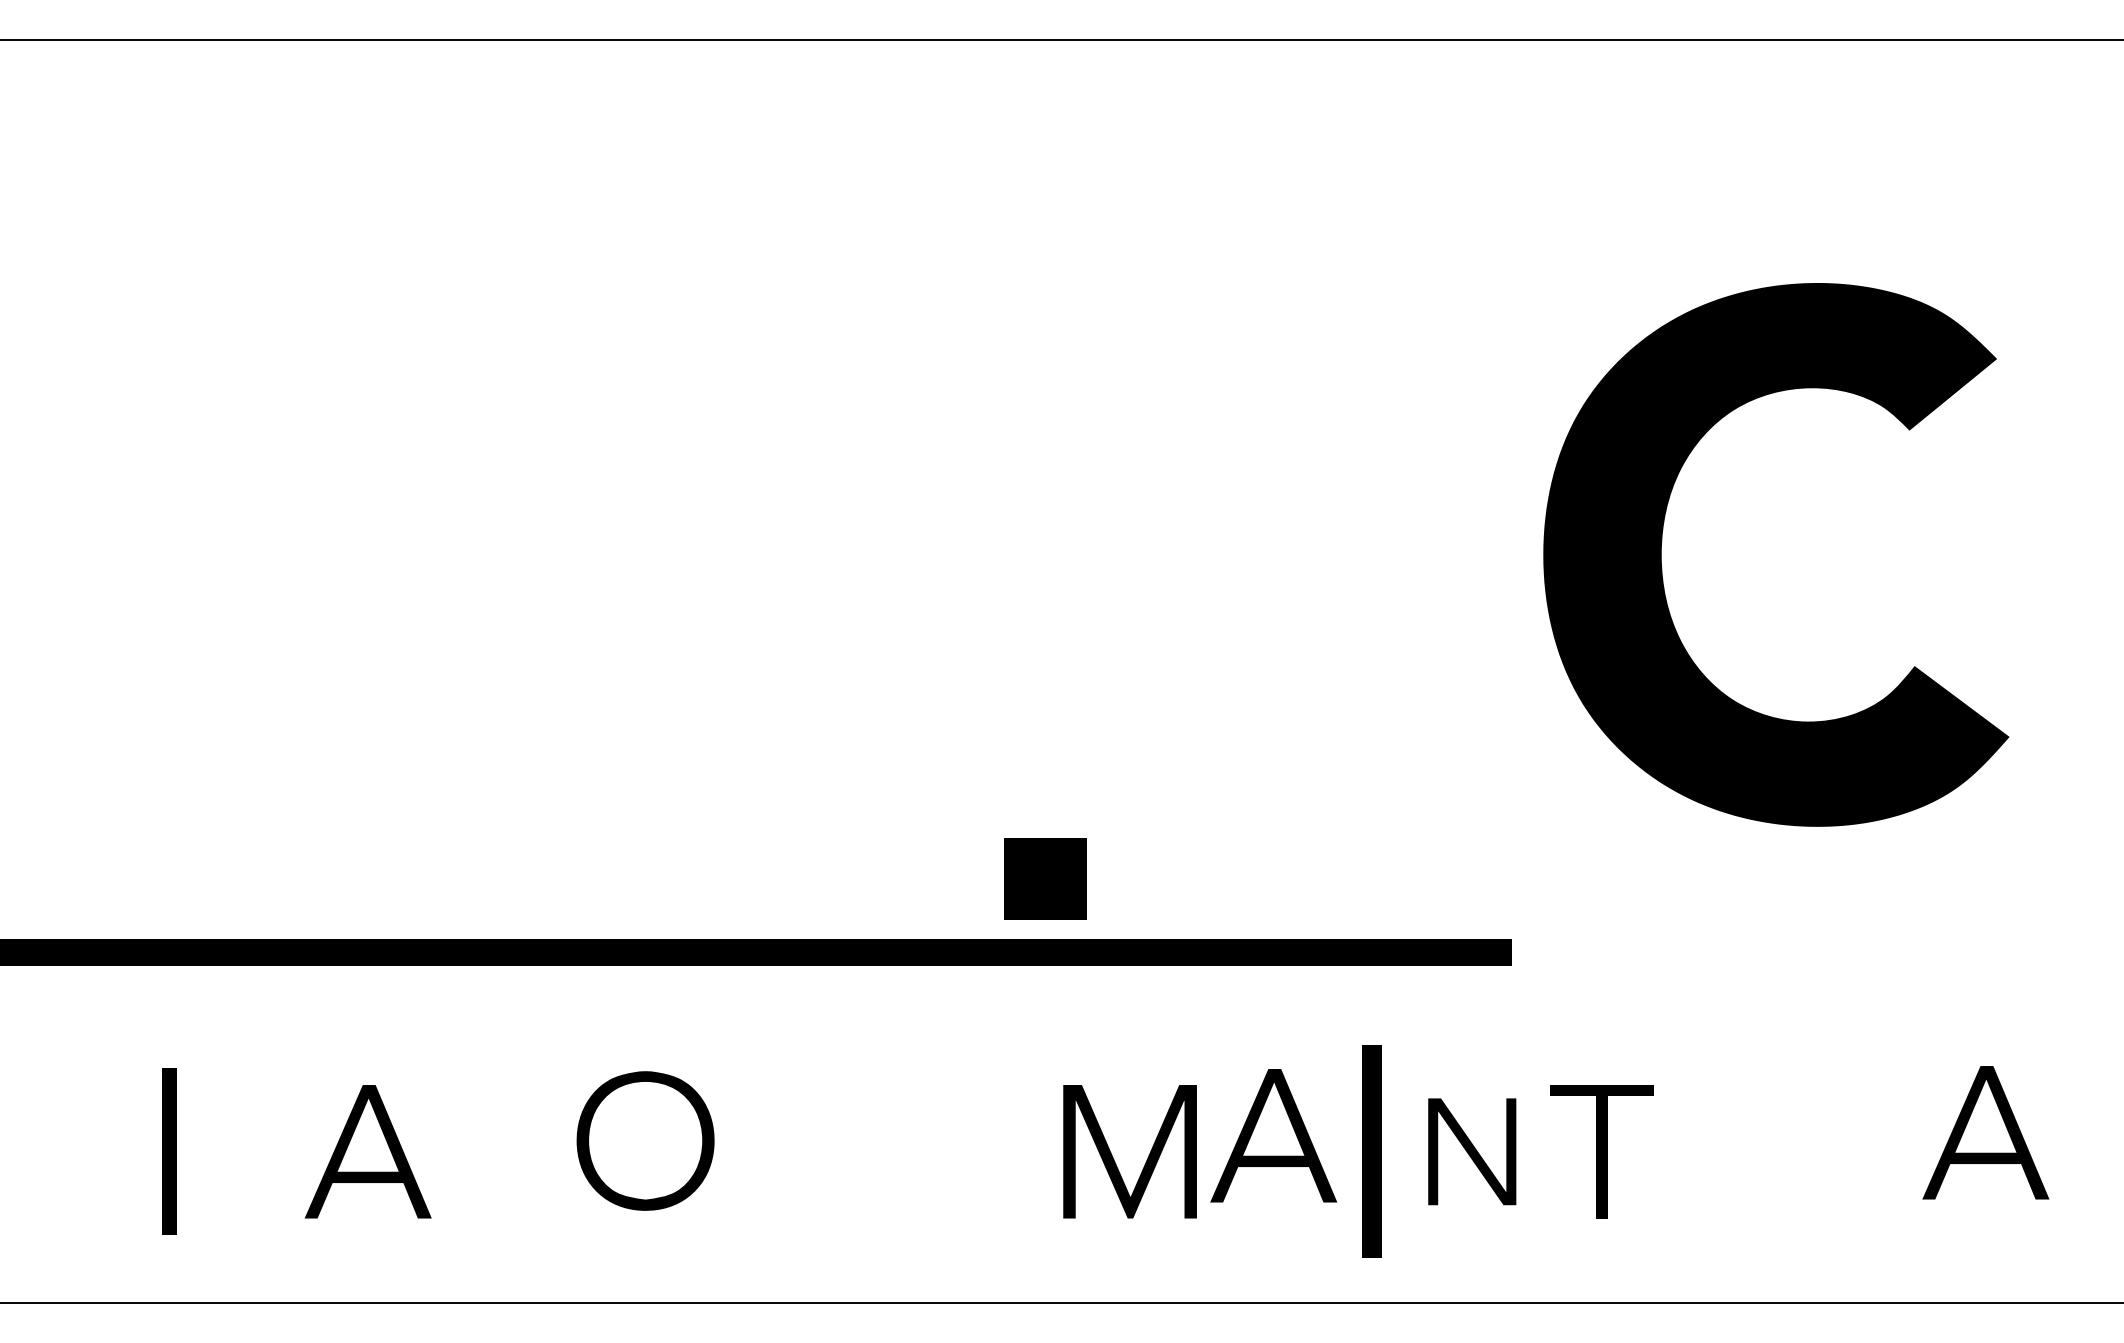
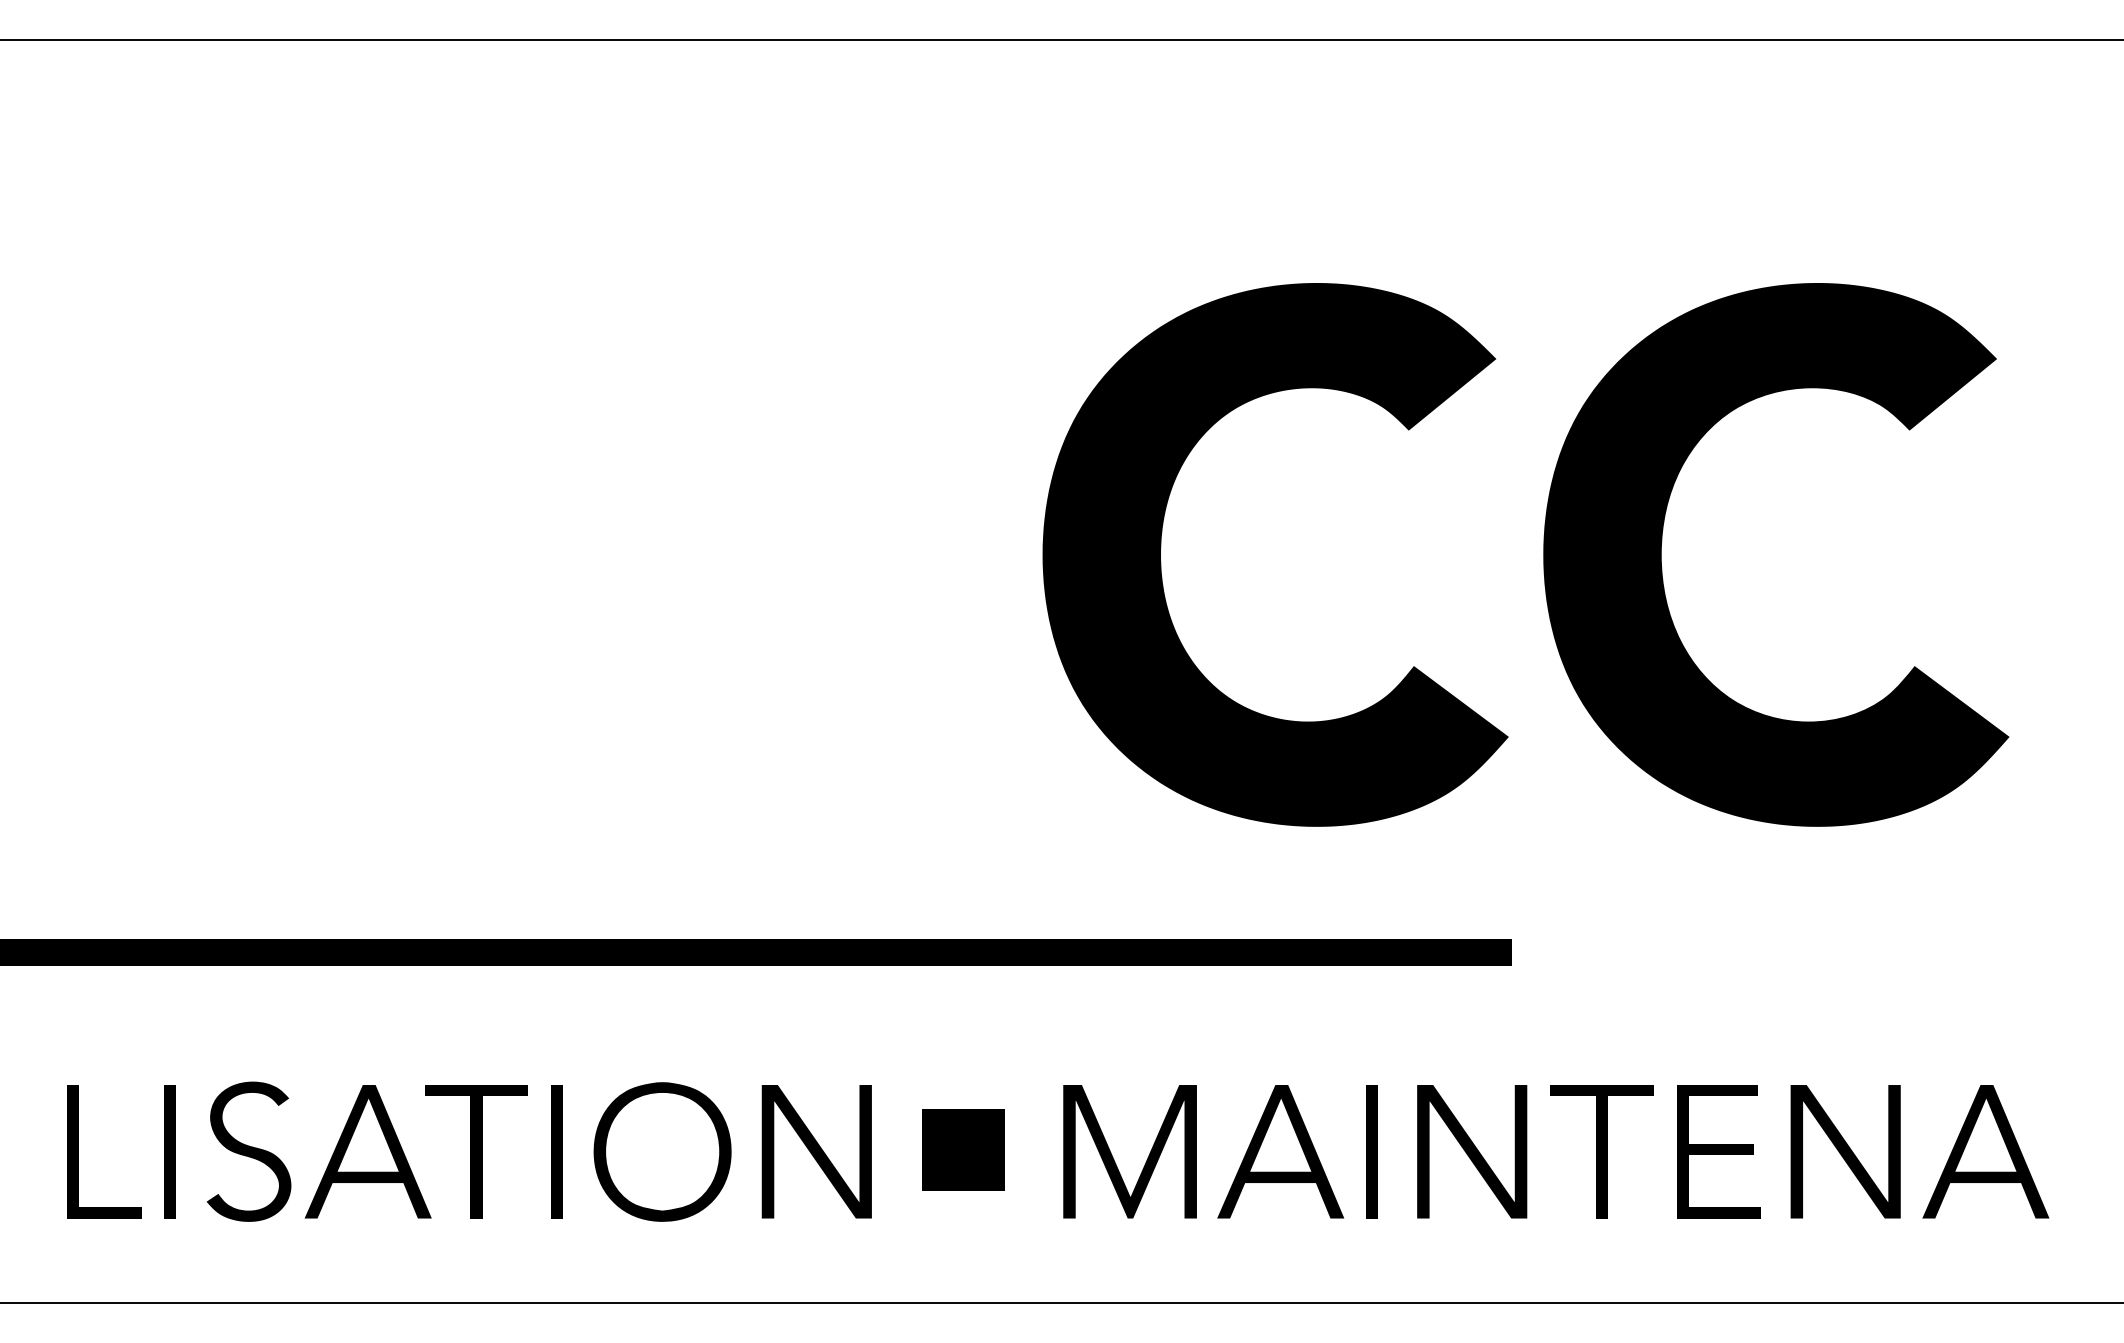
fill at (1275, 554): none -> present
part at (1045, 878) position: (1045, 878) -> (963, 1149)
part at (1985, 1132) position: (1985, 1132) -> (1985, 1151)
part at (1273, 1135) position: (1273, 1135) -> (1280, 1151)
part at (645, 1140) position: (645, 1140) -> (662, 1151)
fill at (104, 1151): none -> present
part at (169, 1151) size: 15x167 px -> 12x134 px
fill at (248, 1151): none -> present
fill at (476, 1151): none -> present
fill at (557, 1151): none -> present
fill at (816, 1151): none -> present
part at (1371, 1151) size: 20x213 px -> 12x134 px
part at (1472, 1151) size: 89x108 px -> 111x134 px
part at (1718, 1151): none -> present
part at (1845, 1151): none -> present
